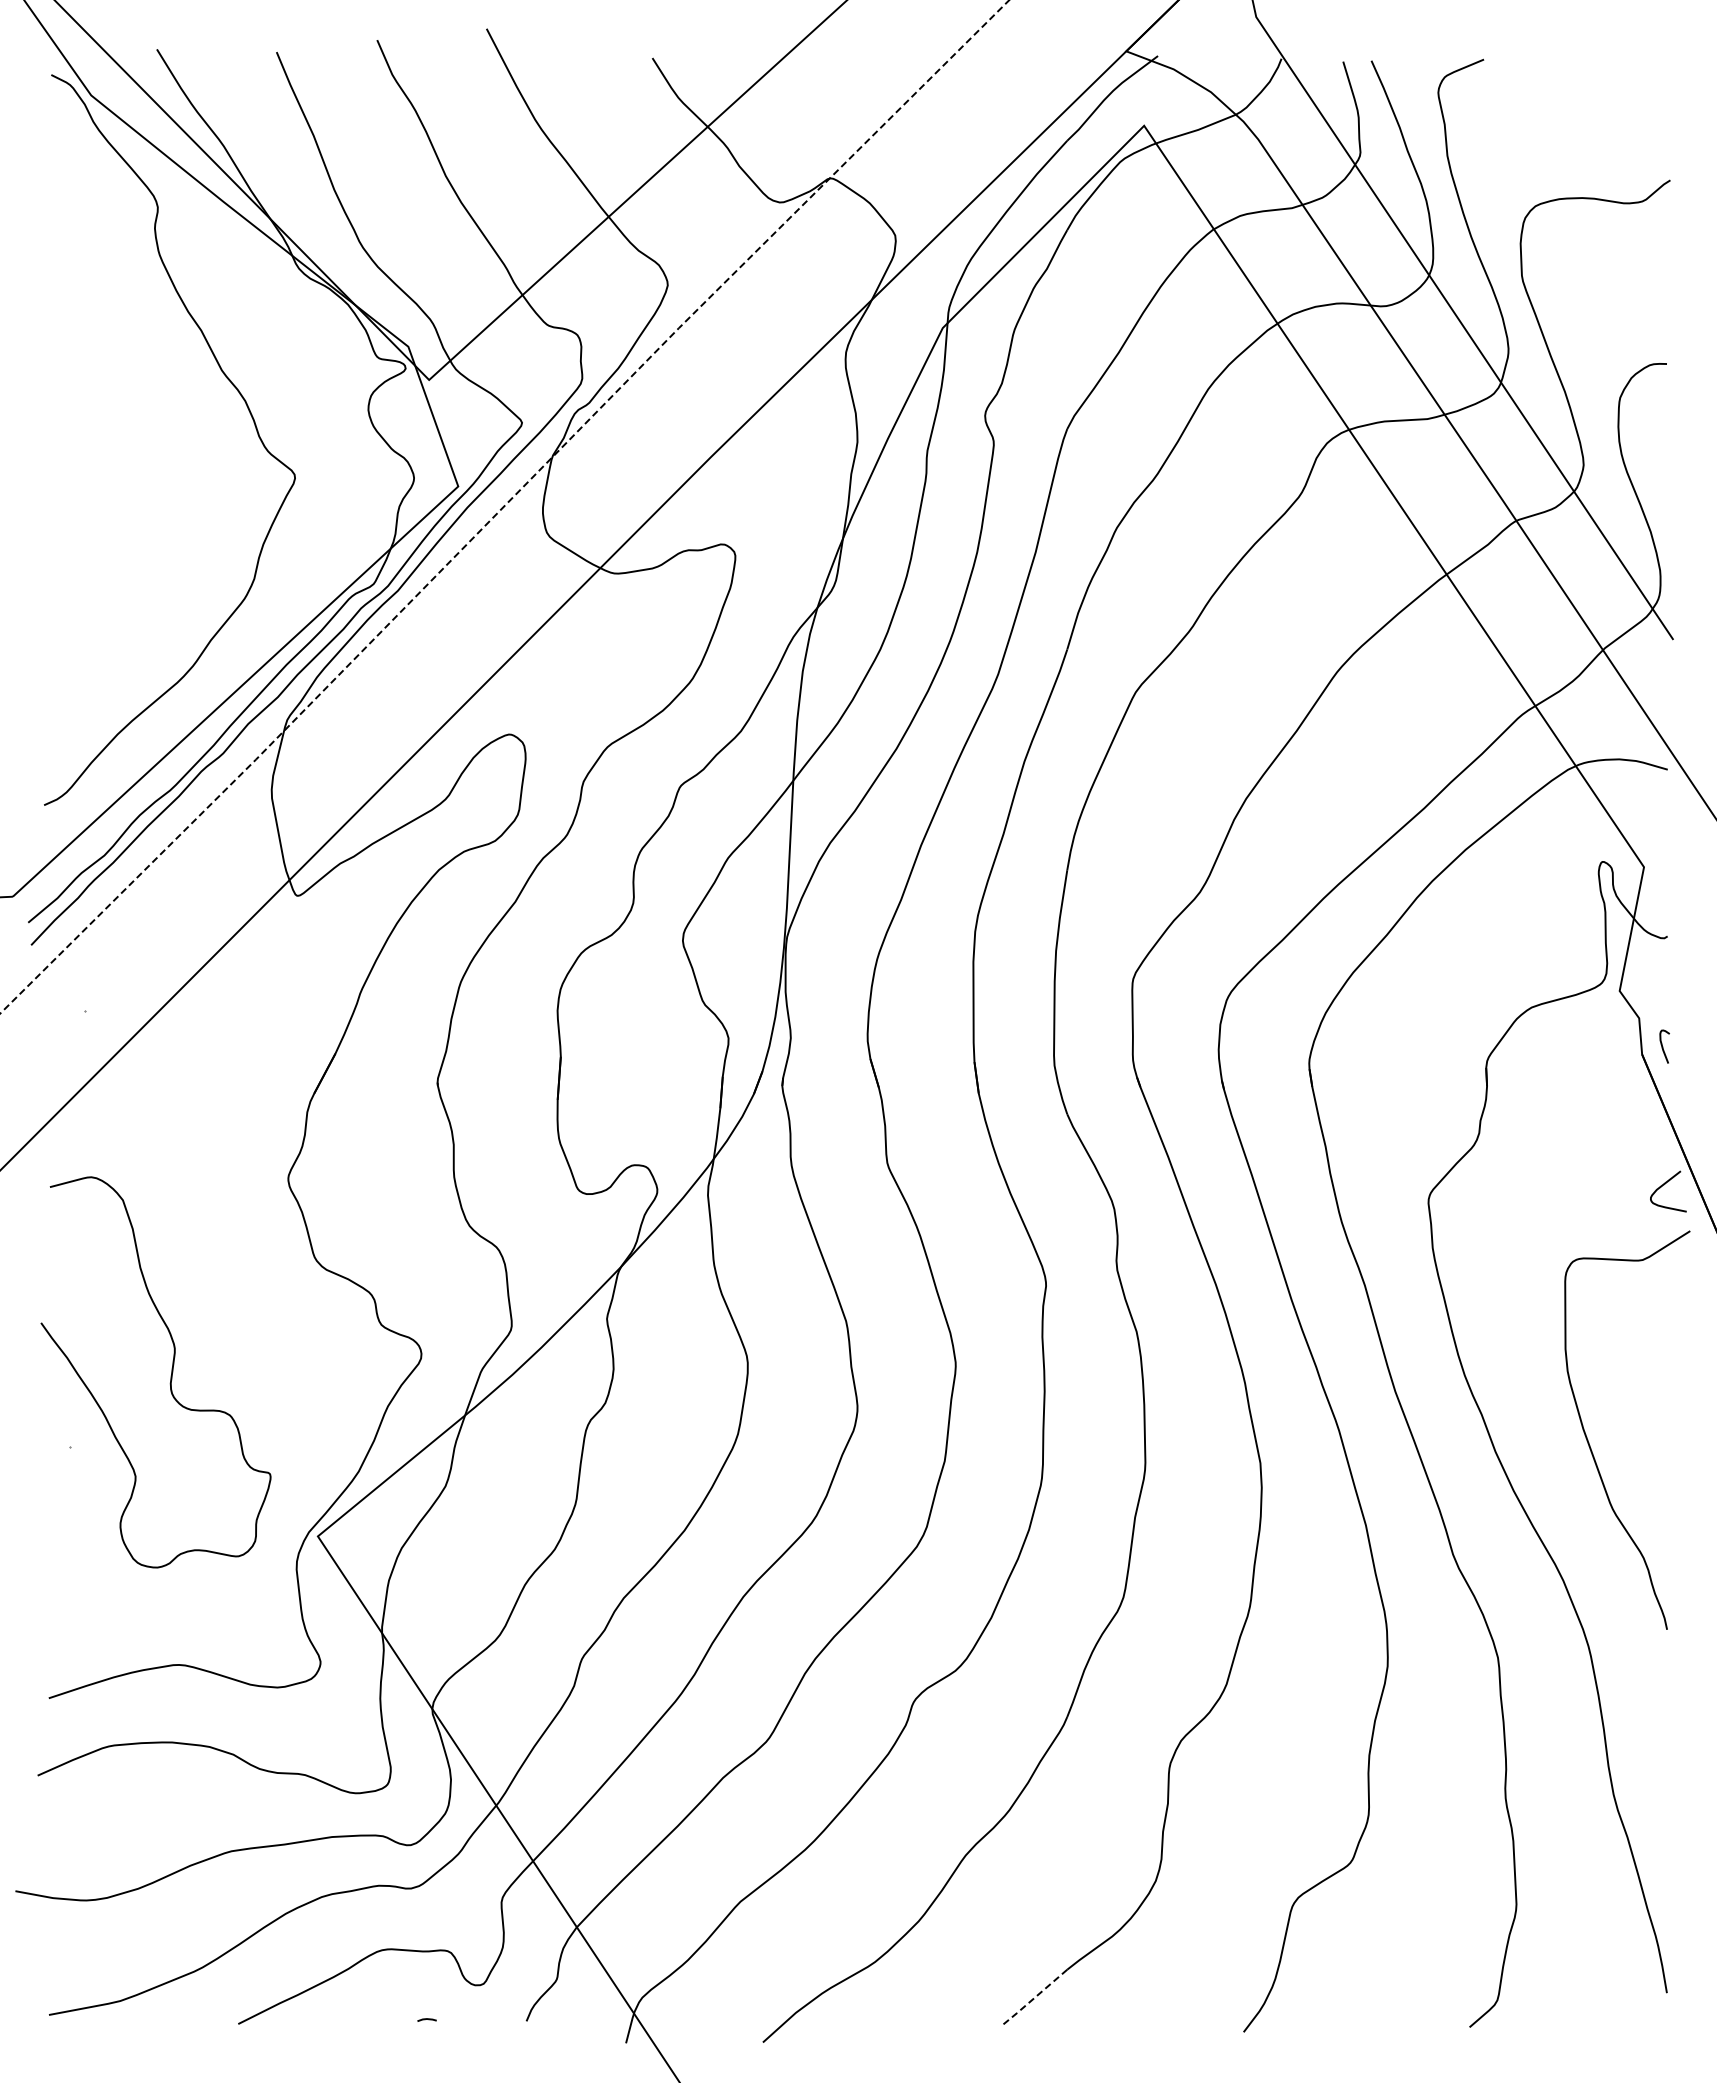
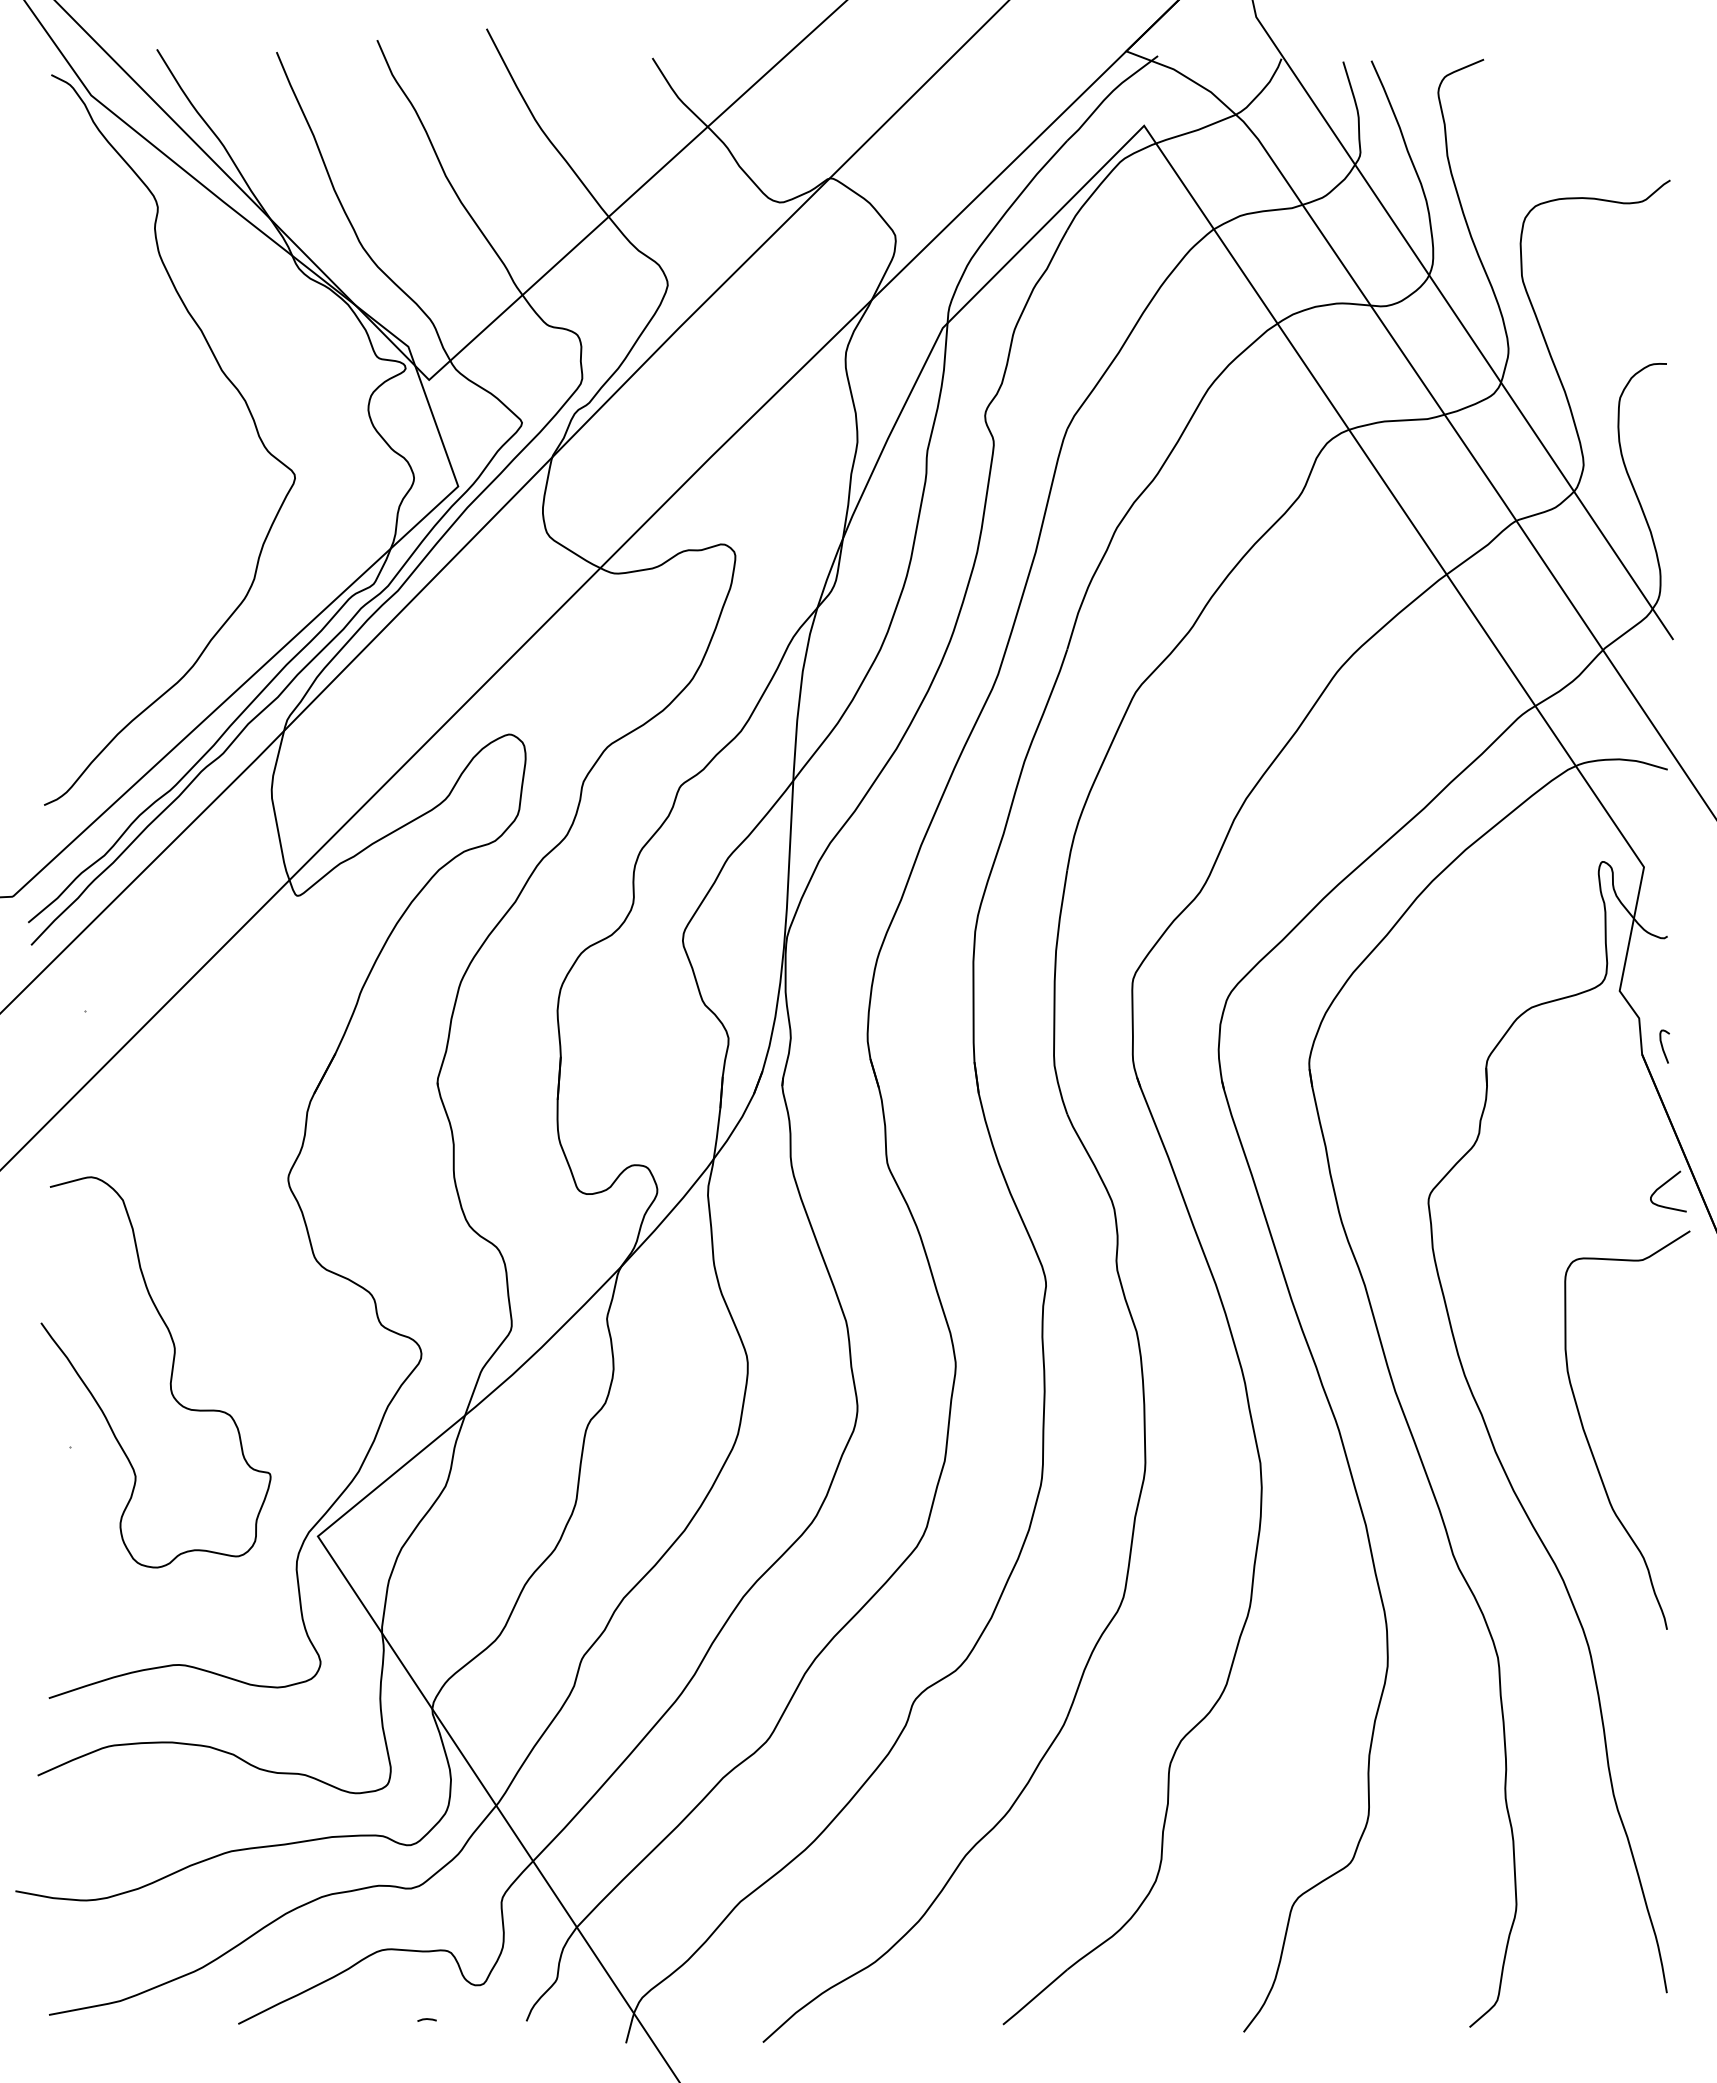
line at (504, 506): dashed -> solid
line at (1034, 1998): dashed -> solid
